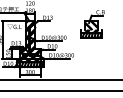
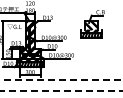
line at (61, 80): solid -> dashed
line at (61, 91): solid -> dashed
